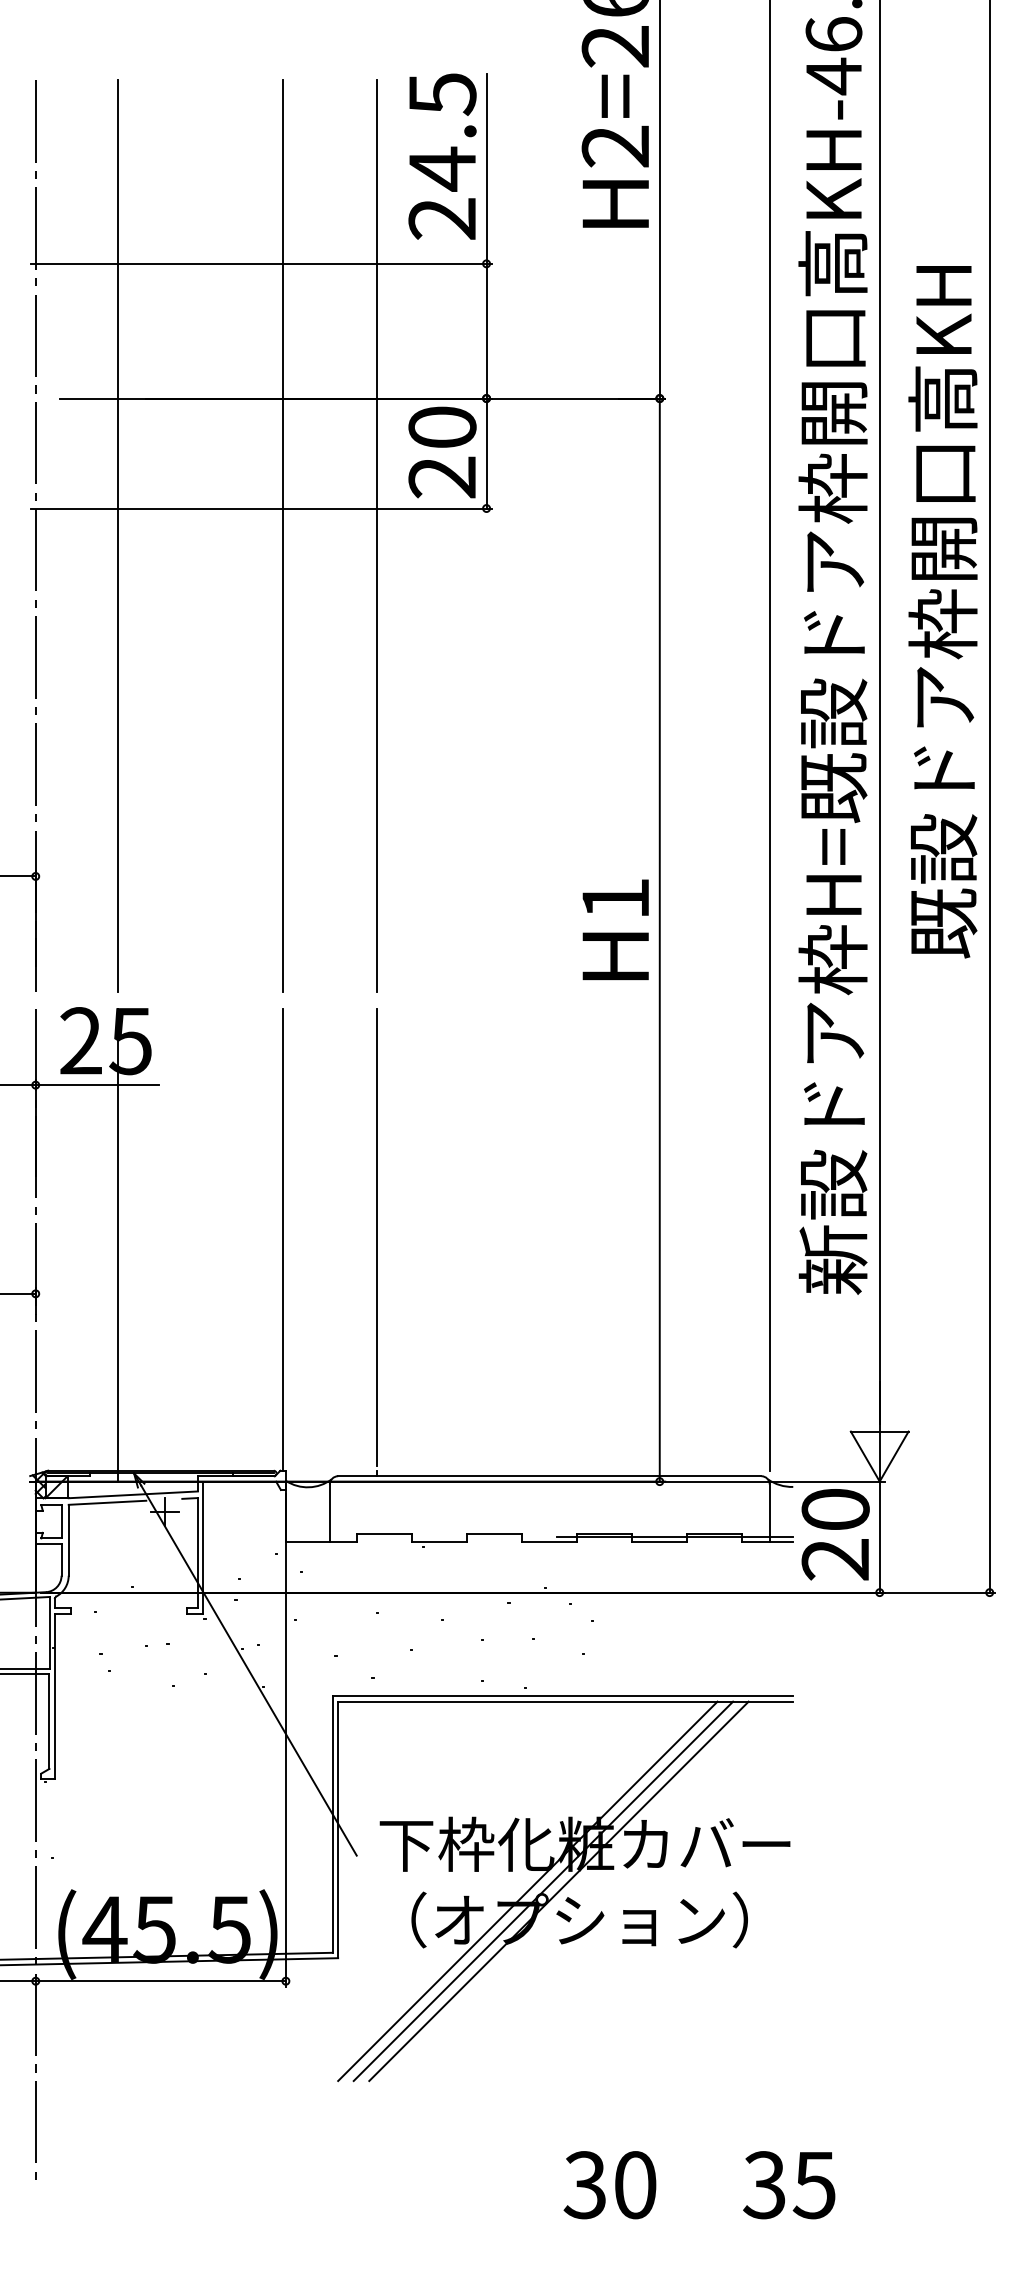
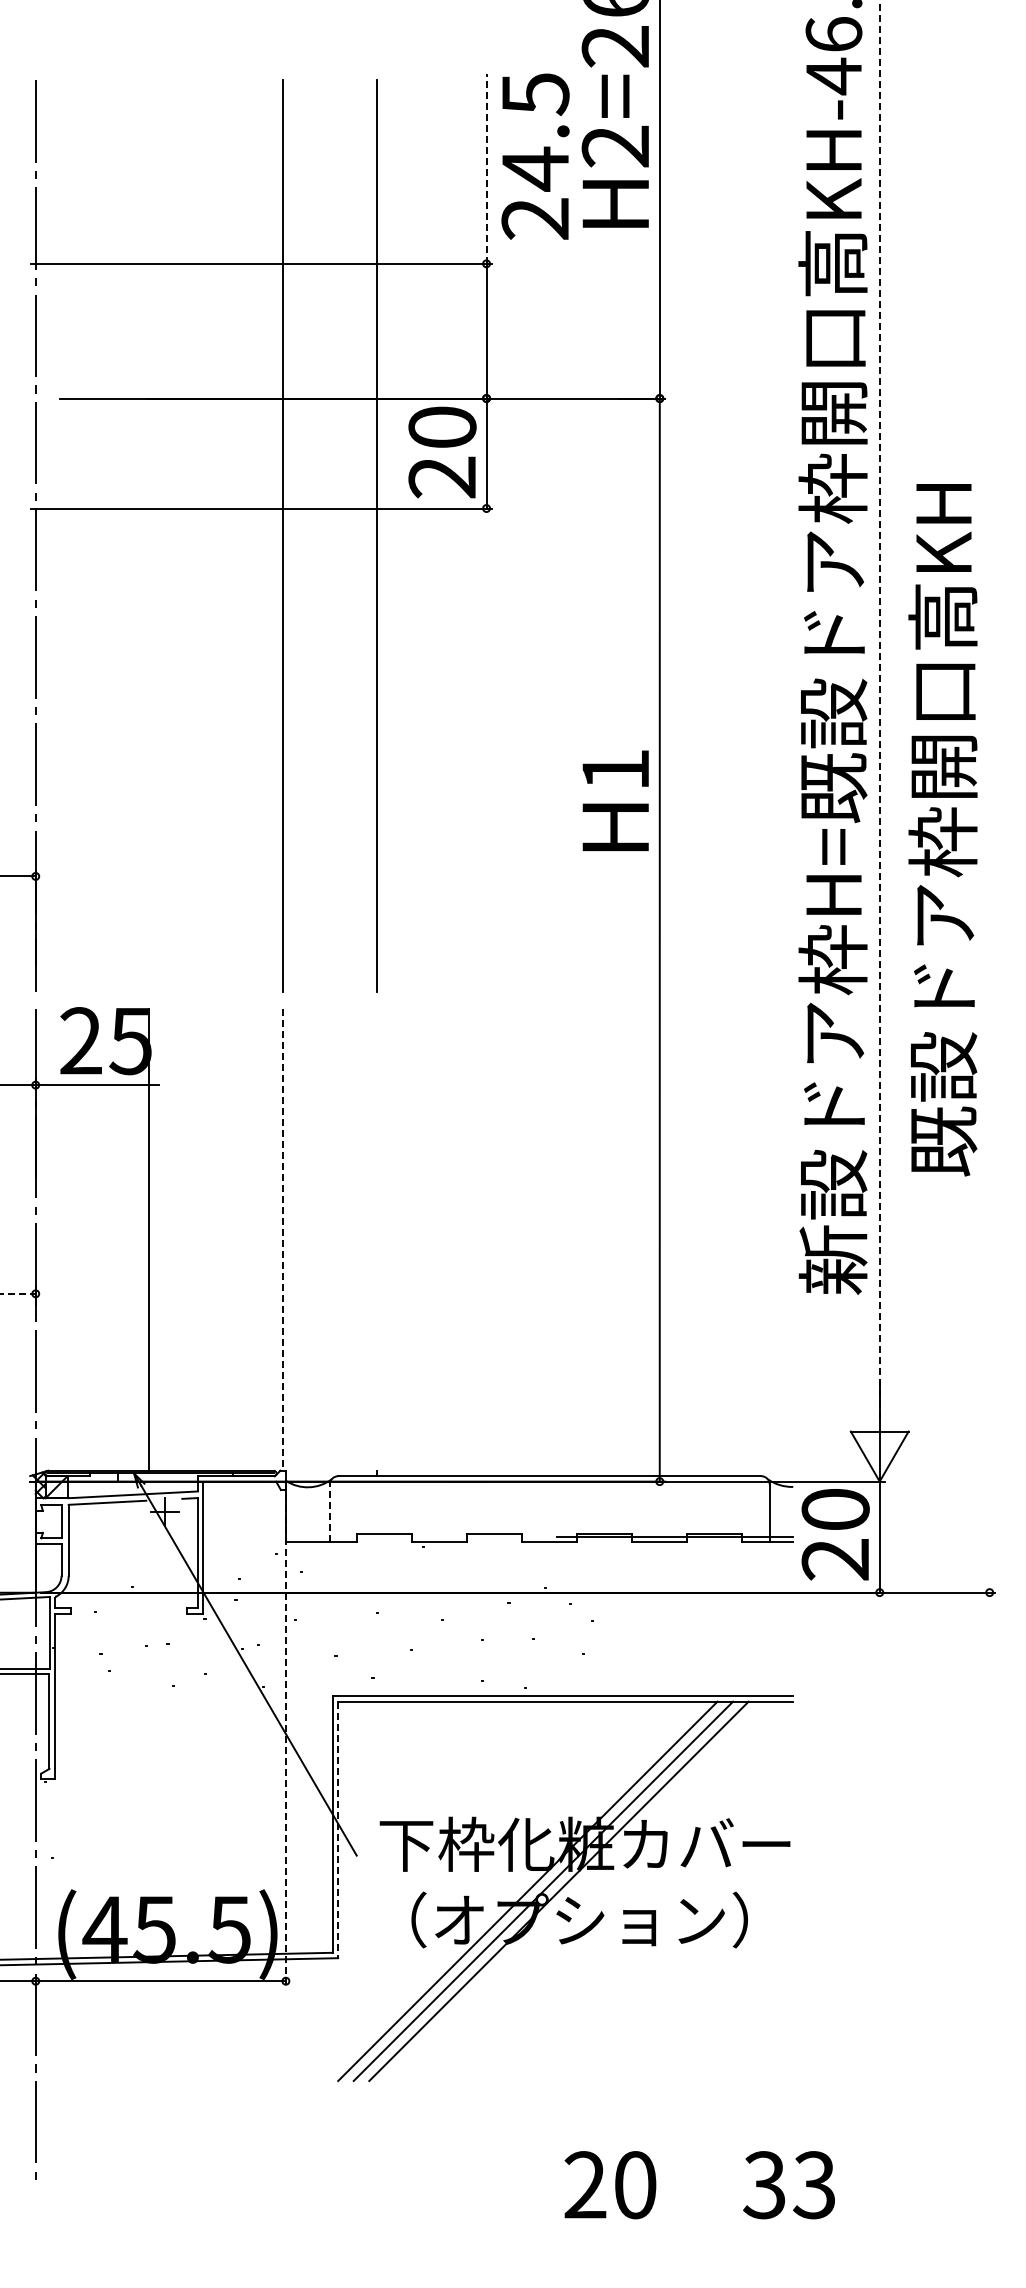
text at (442, 156) position: (442, 156) -> (535, 156)
line at (486, 169): solid -> dashed
line at (118, 536): present -> none
text at (942, 612) position: (942, 612) -> (942, 830)
line at (879, 712): solid -> dashed
line at (769, 736): present -> none
line at (989, 797): present -> none
text at (615, 929) position: (615, 929) -> (615, 800)
line at (376, 1237): present -> none
line at (118, 1239) position: (118, 1239) -> (149, 1239)
line at (283, 1239): solid -> dashed
line at (18, 1293): solid -> dashed
line at (329, 1513): solid -> dashed
line at (285, 1740): solid -> dashed
line at (338, 1830): solid -> dashed
text at (813, 2184): 35 -> 33
text at (584, 2185): 30 -> 20
